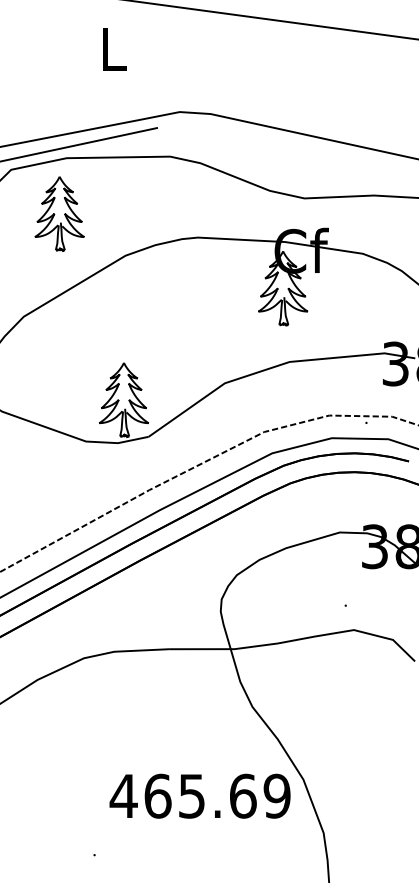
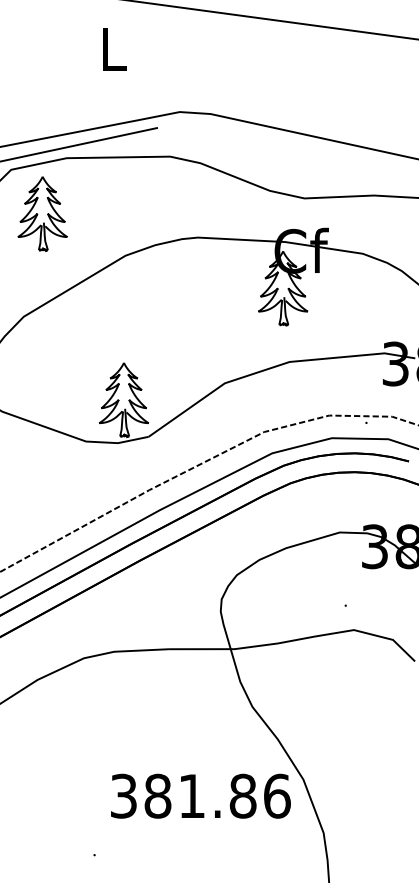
part at (59, 213) position: (59, 213) -> (42, 213)
text at (199, 795): 465.69 -> 381.86
